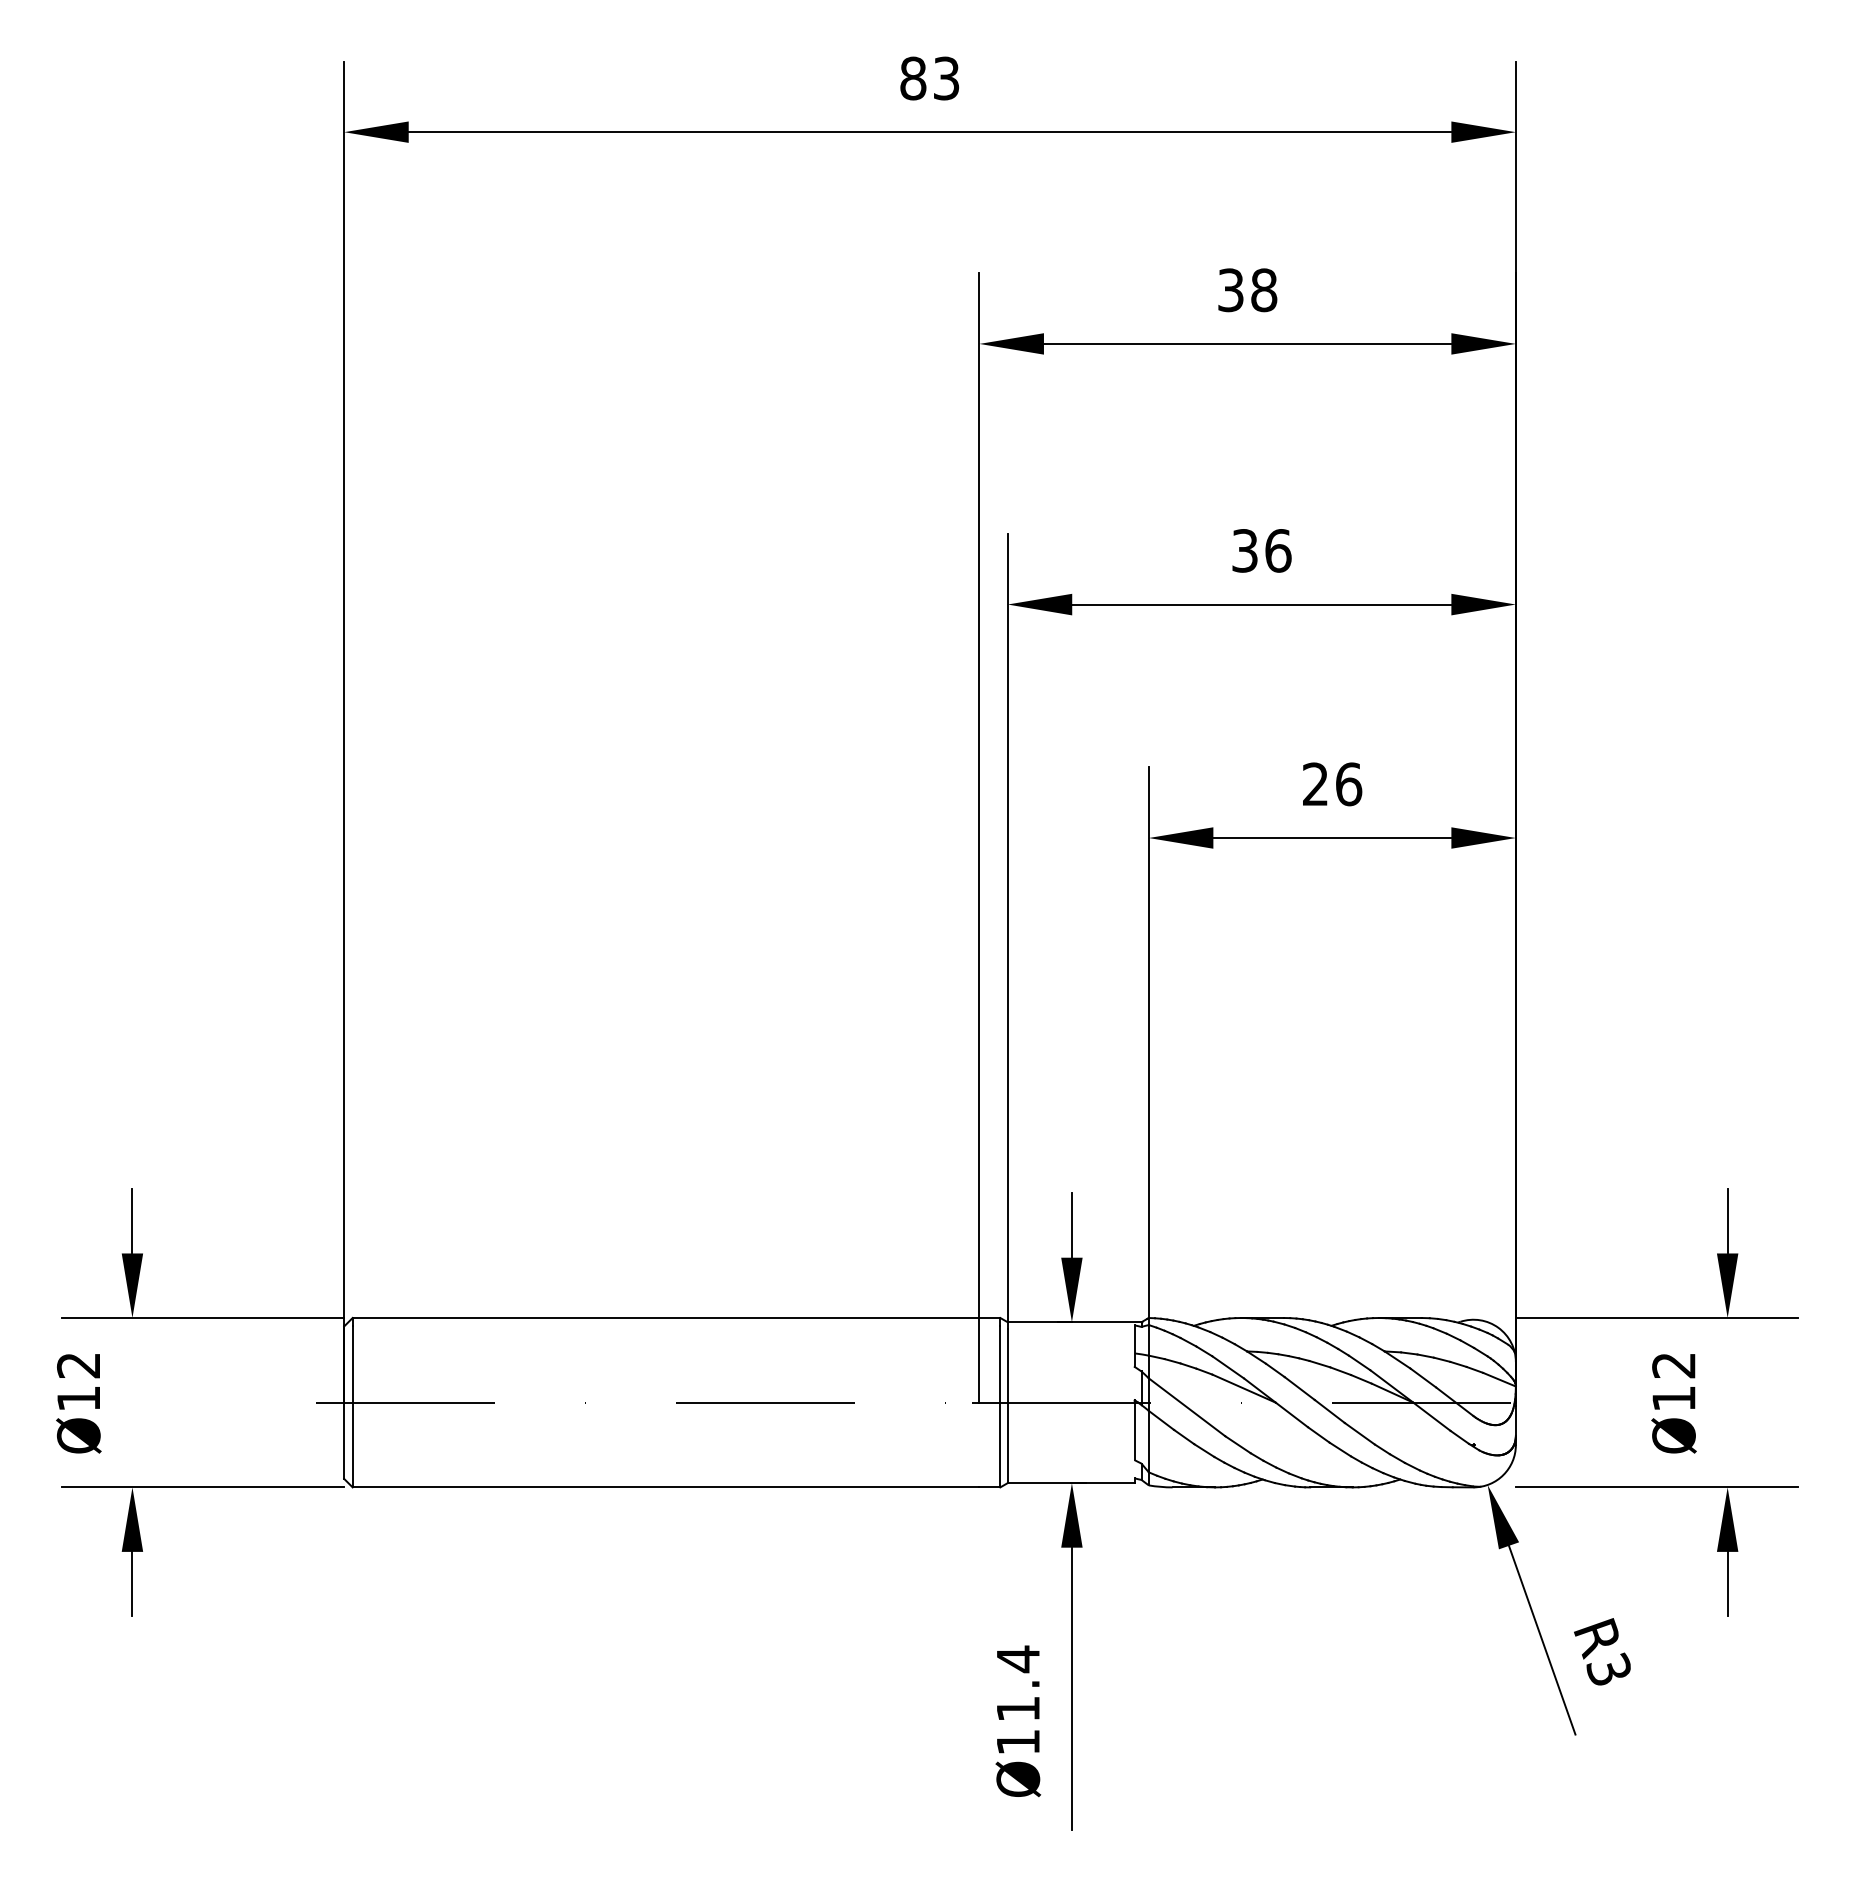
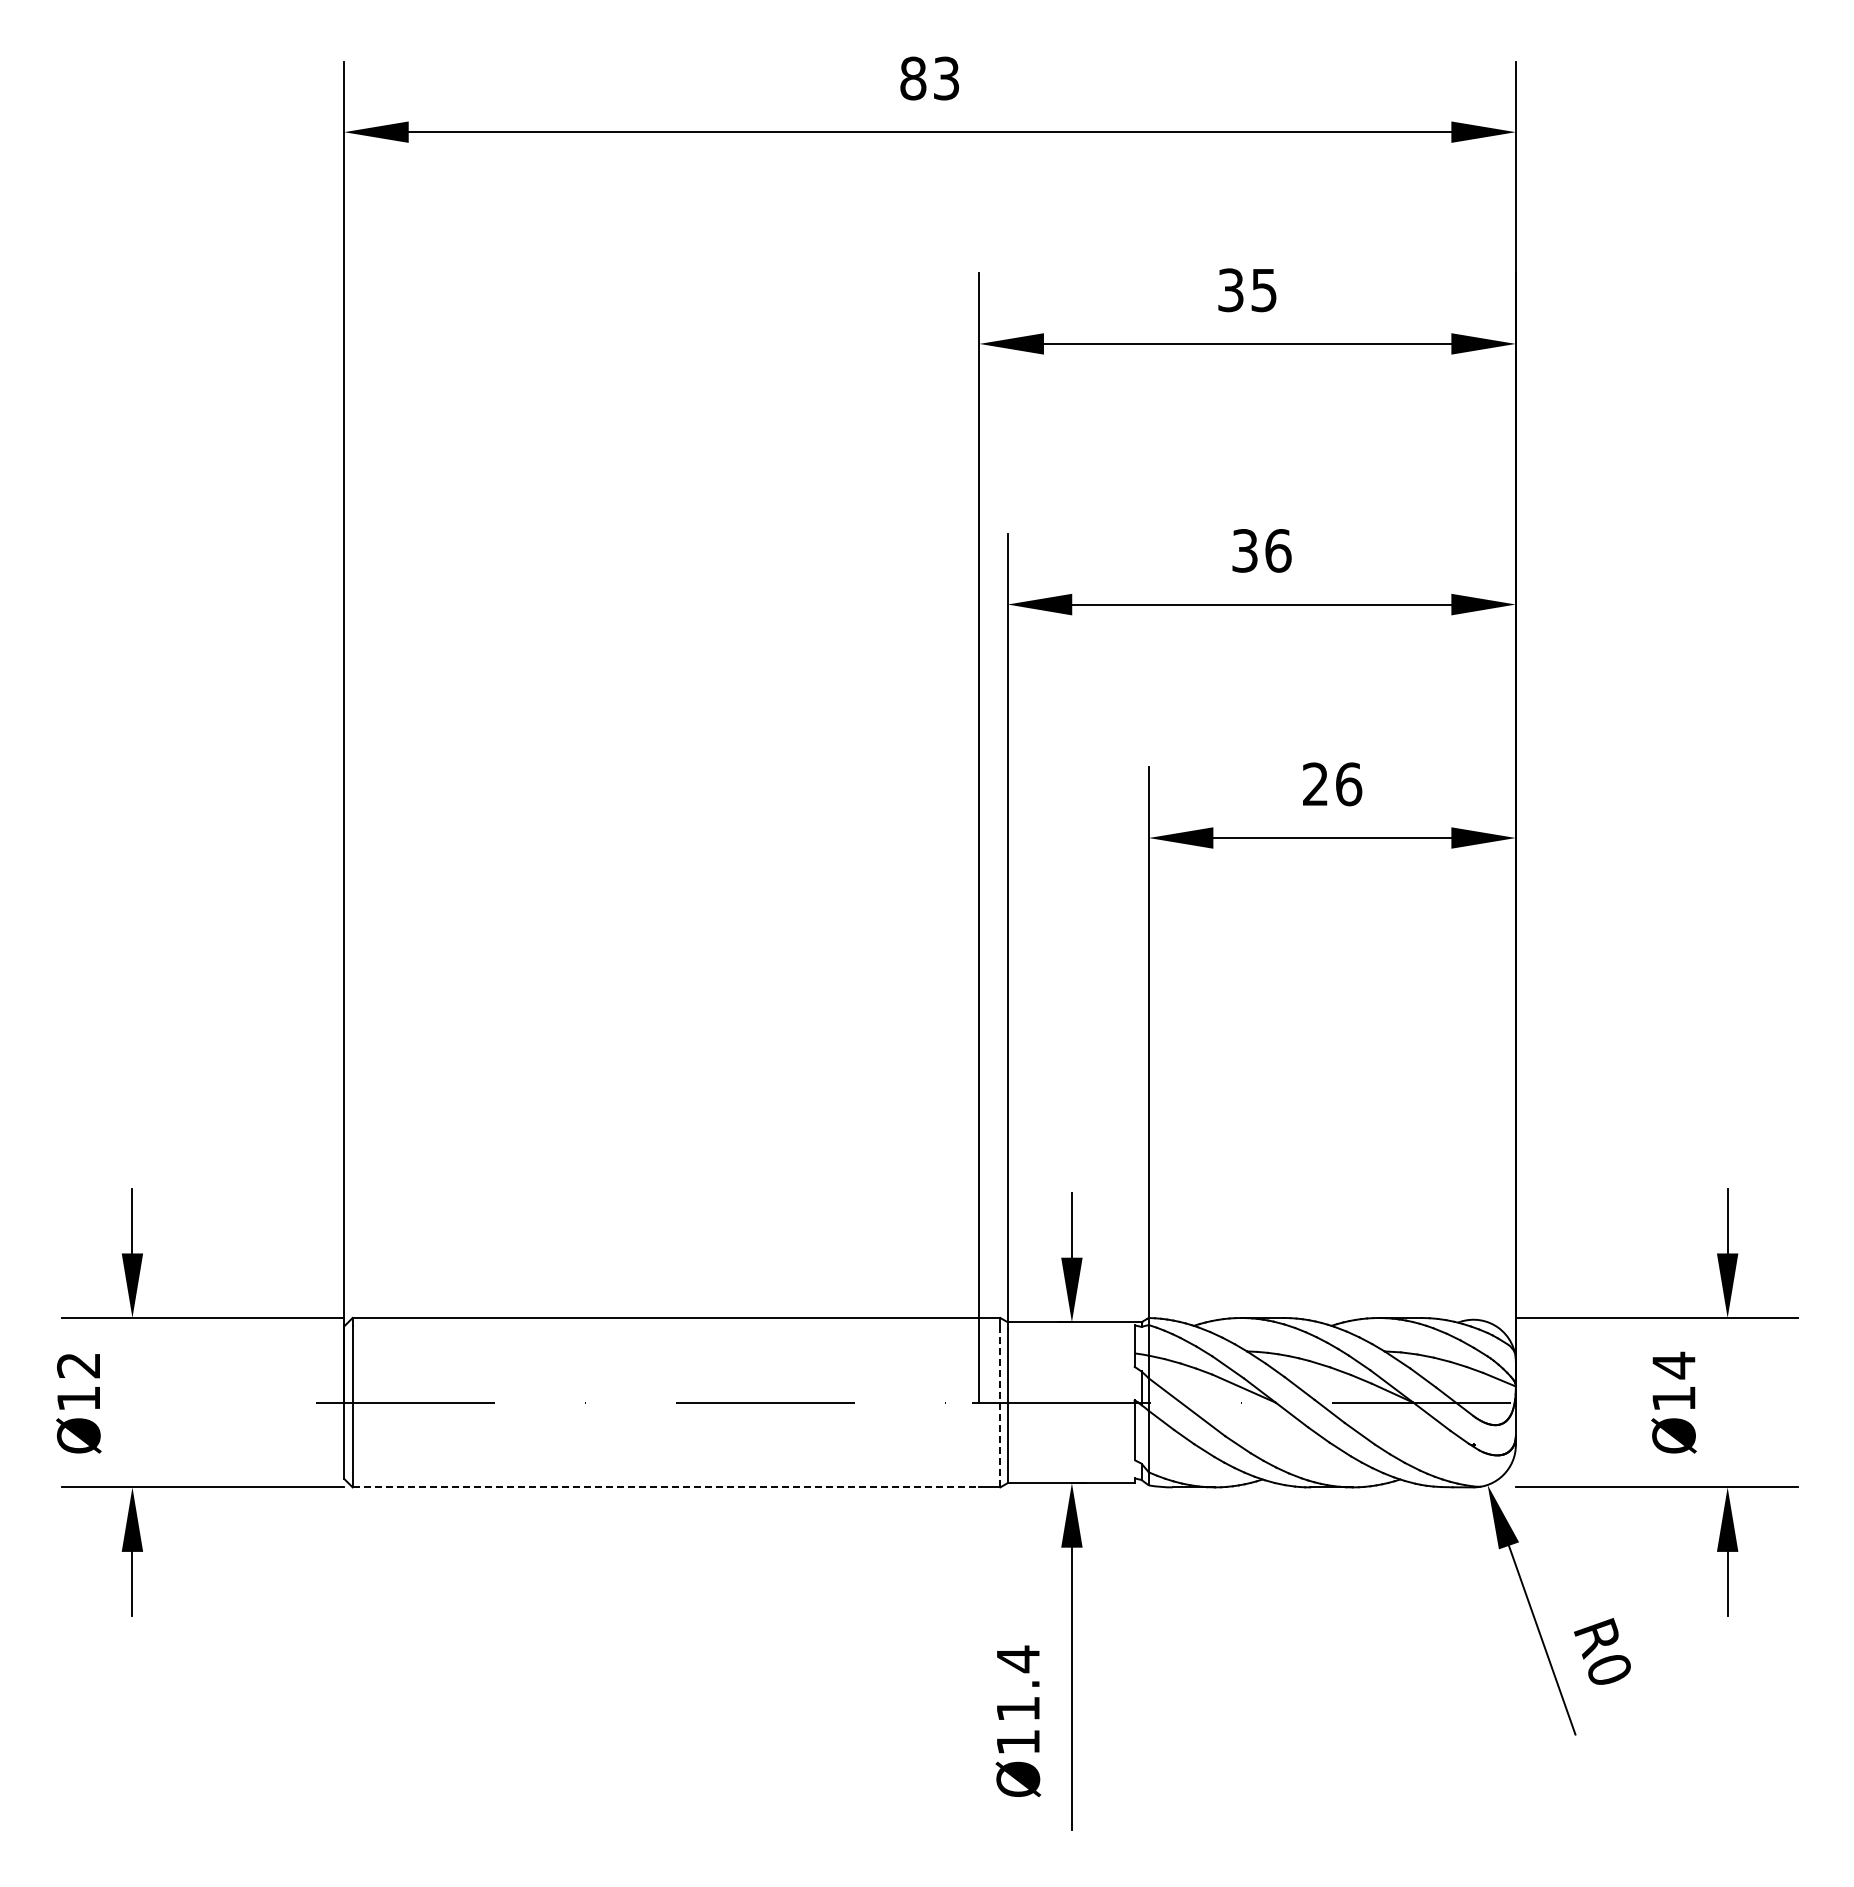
text at (1264, 290): 38 -> 35
text at (1673, 1365): Ø12 -> Ø14
line at (1000, 1406): solid -> dashed
line at (666, 1487): solid -> dashed
text at (1608, 1668): R3 -> R0
